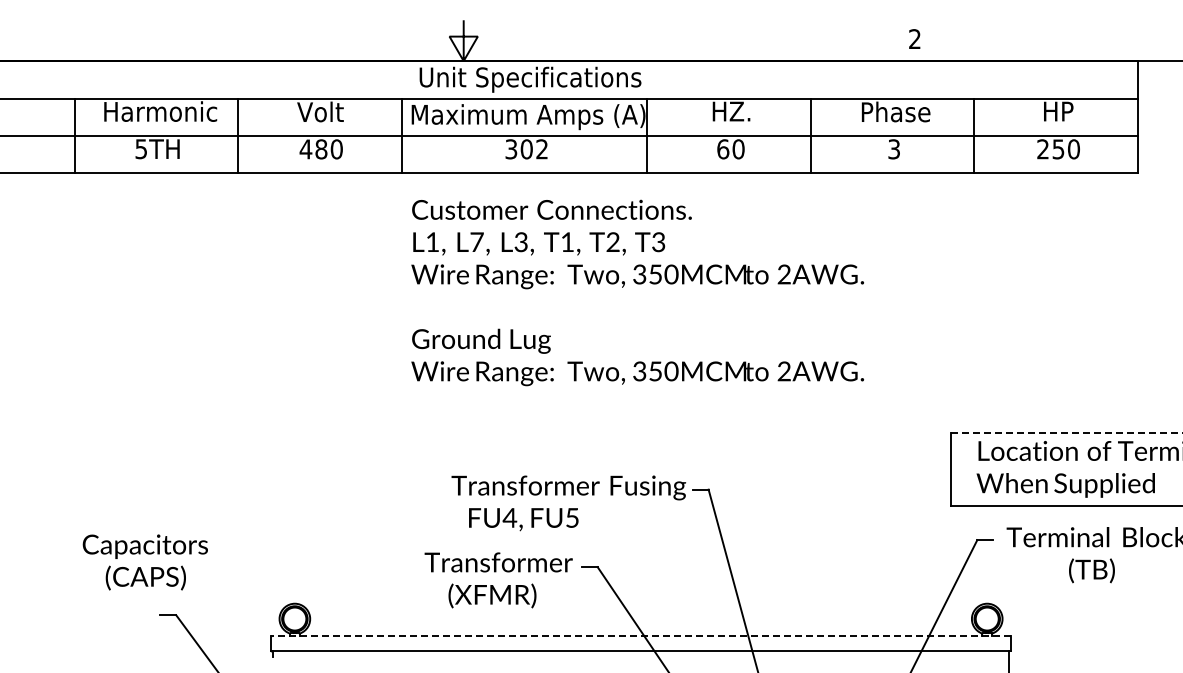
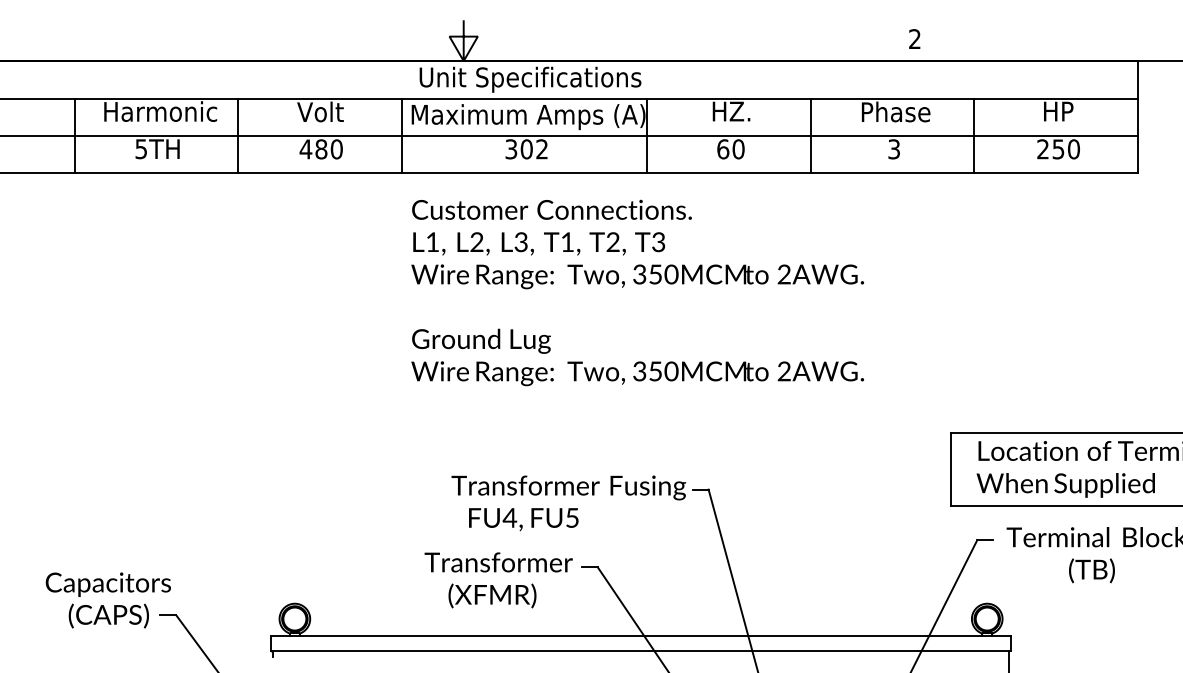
text at (476, 241): L7, -> L2,
line at (1067, 432): dashed -> solid
text at (144, 562) position: (144, 562) -> (107, 600)
line at (641, 635): dashed -> solid
